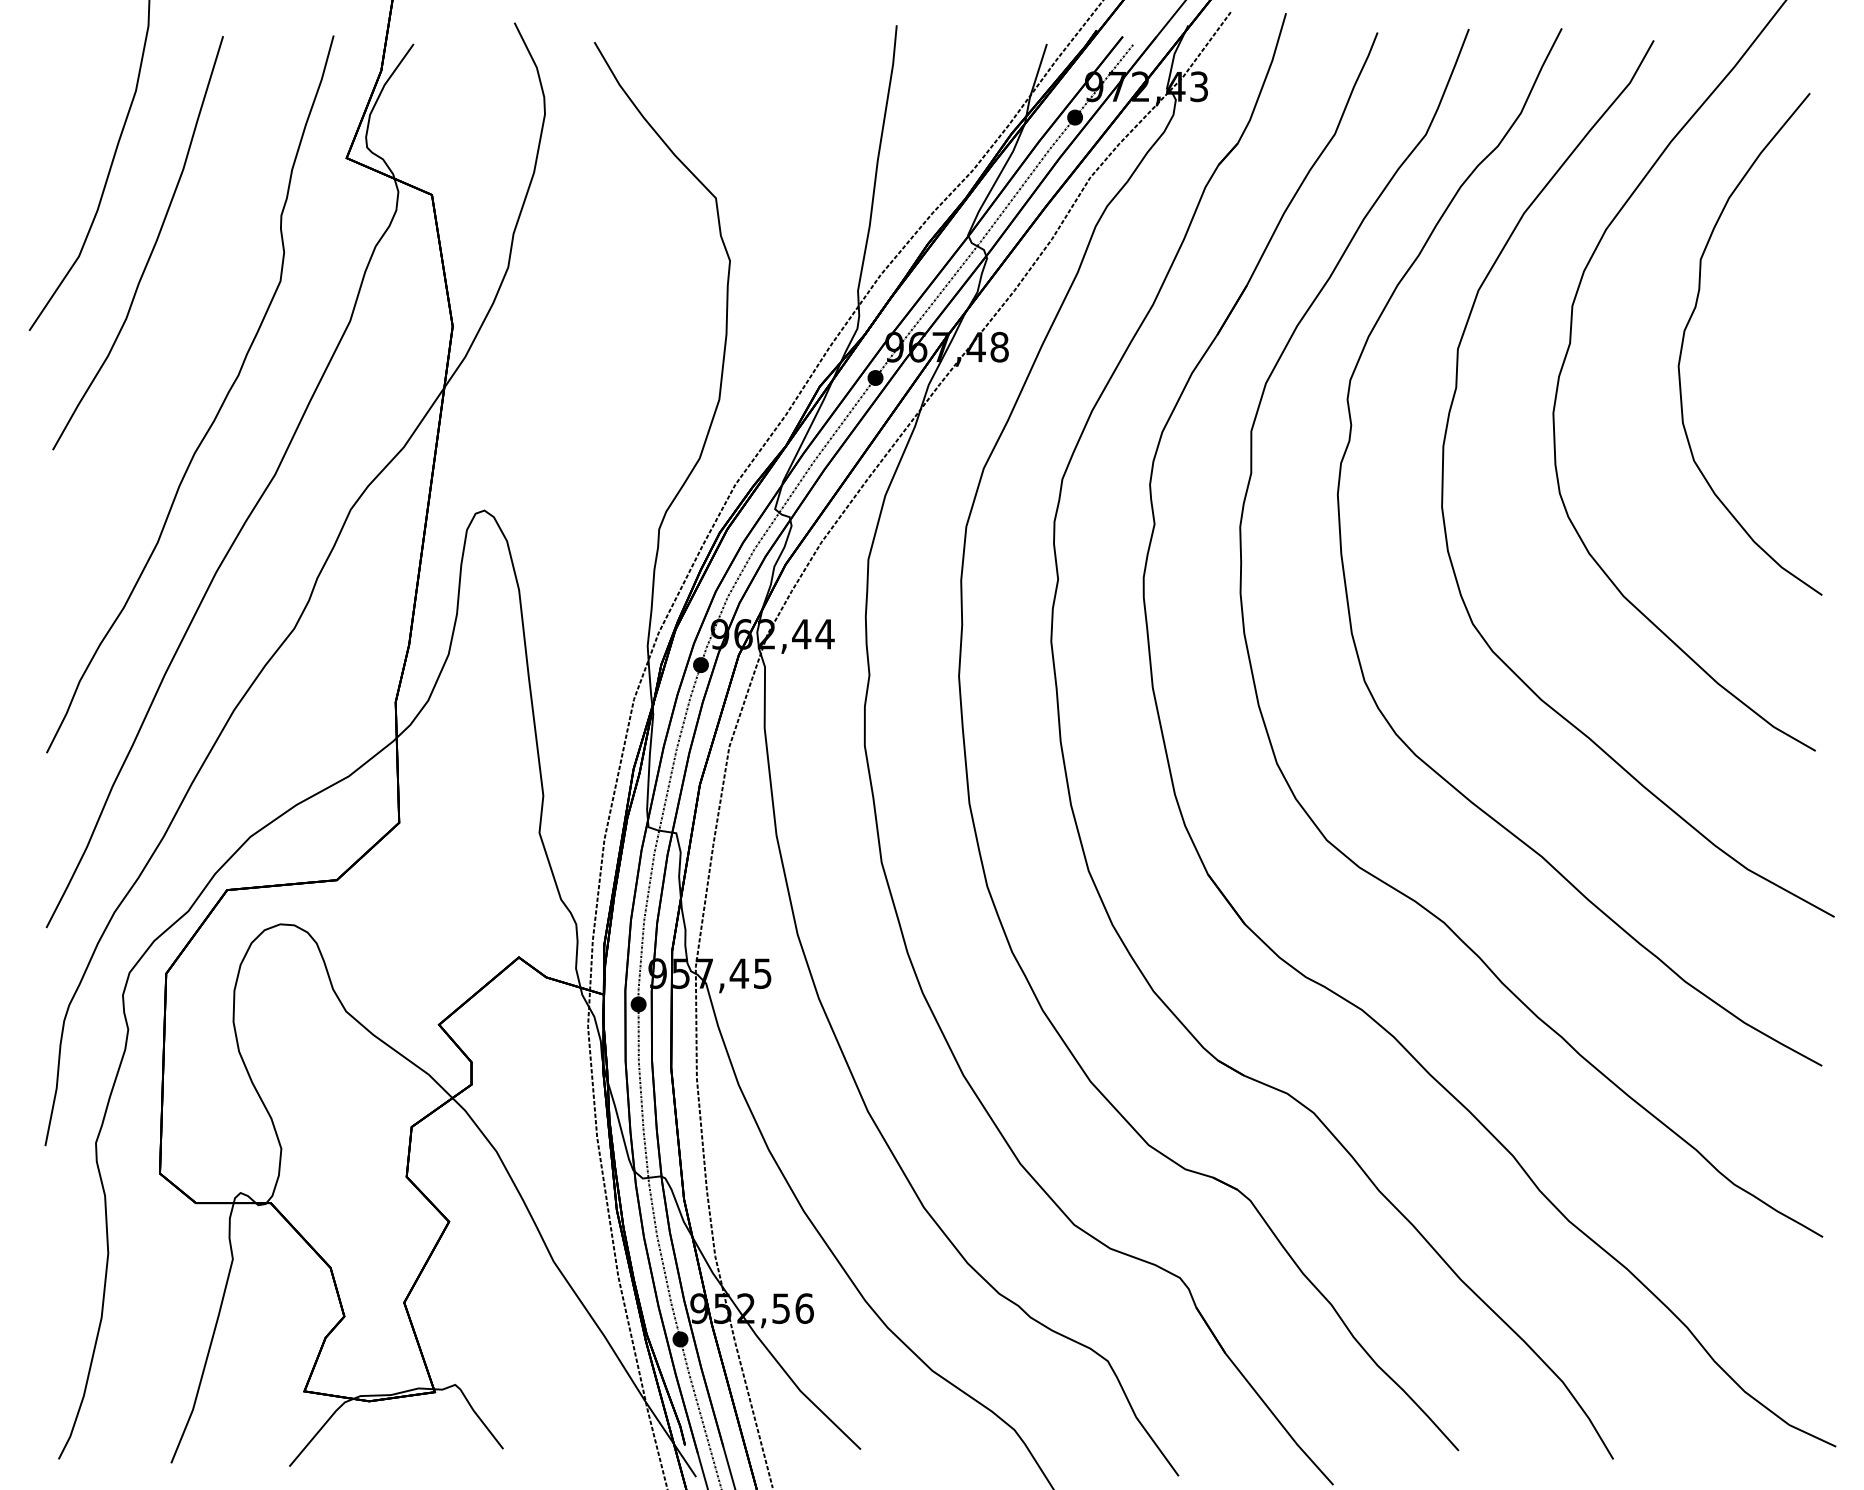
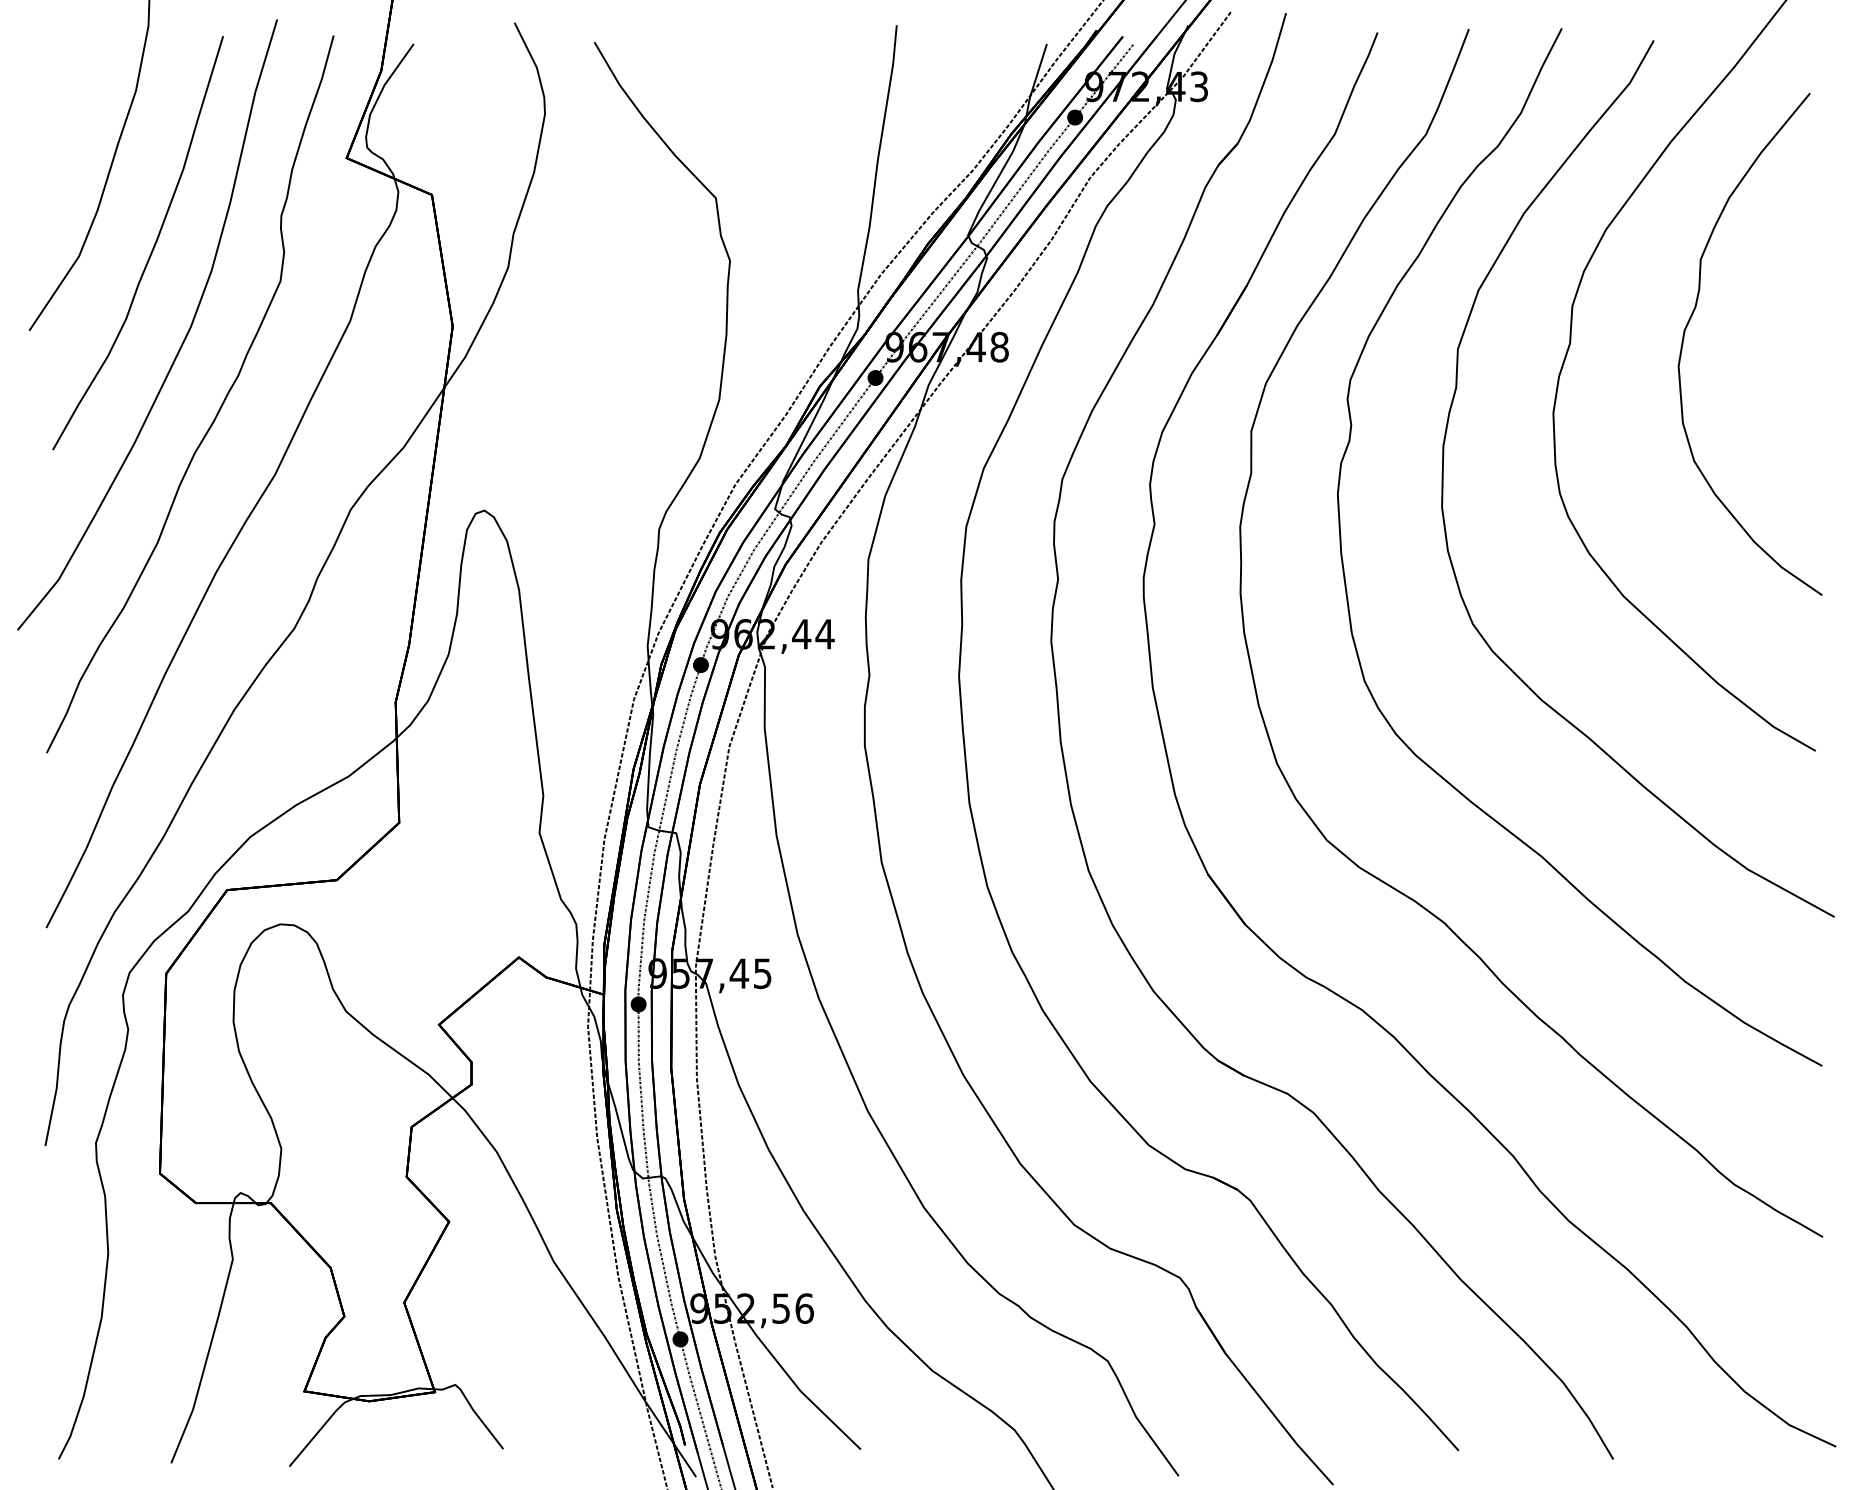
curve at (182, 341): none -> present
